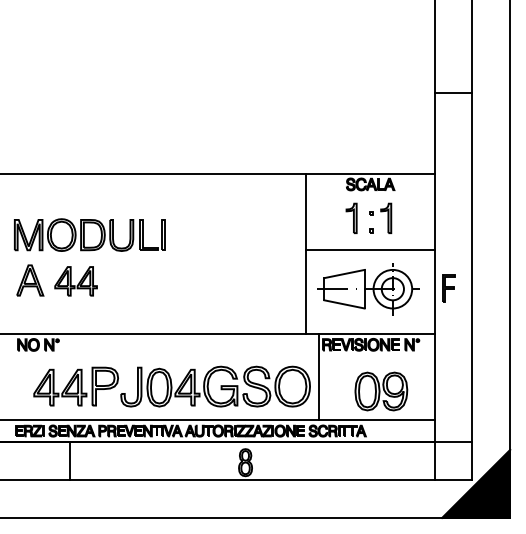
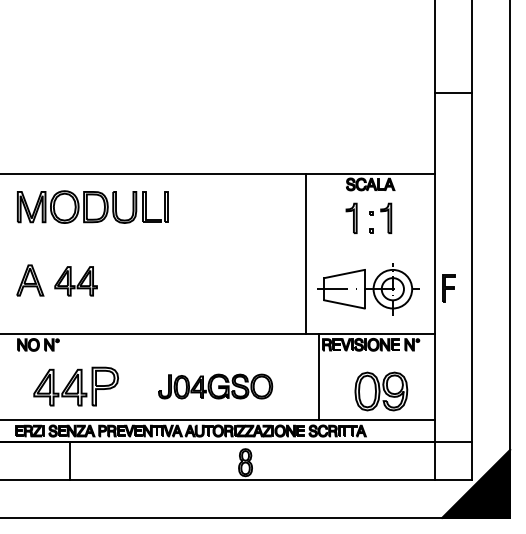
part at (89, 234) position: (89, 234) -> (92, 206)
line at (369, 250): present -> none
part at (215, 386) size: 191x43 px -> 116x27 px
